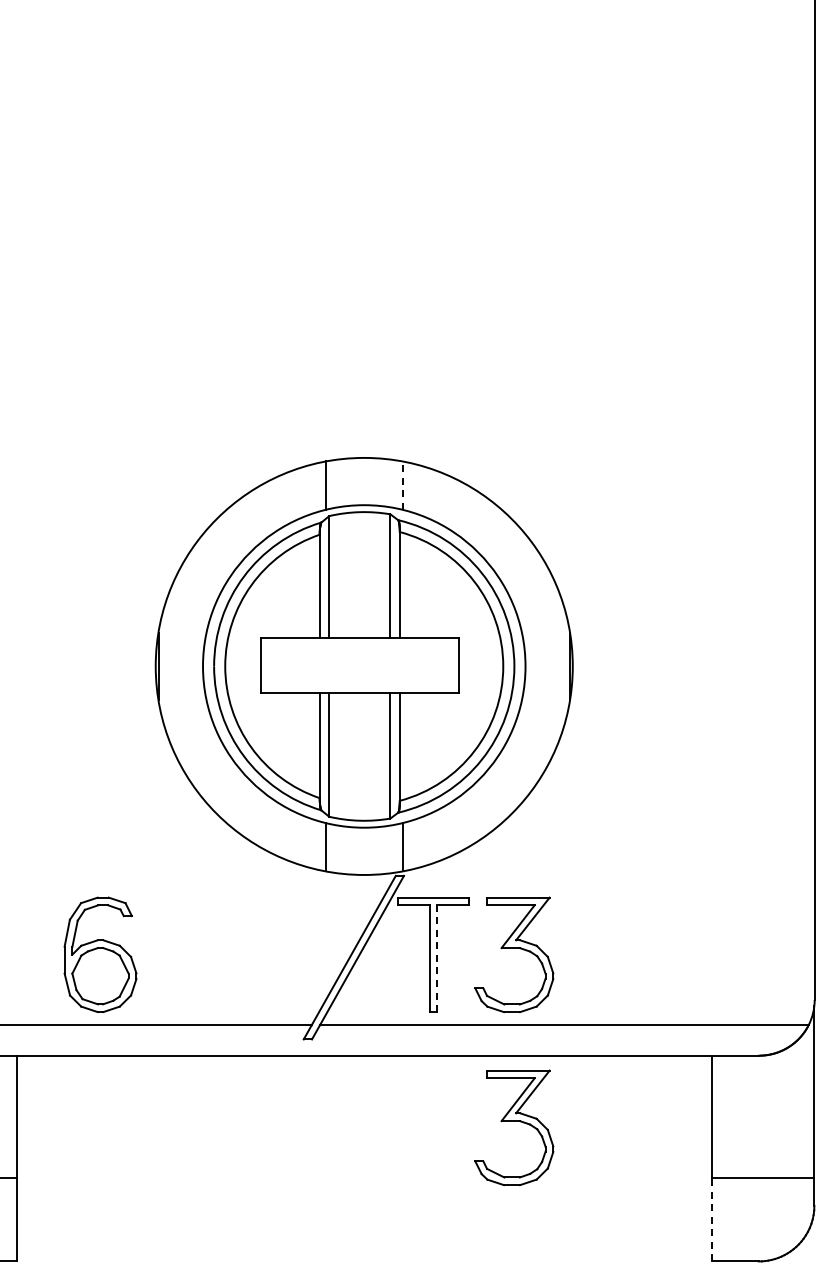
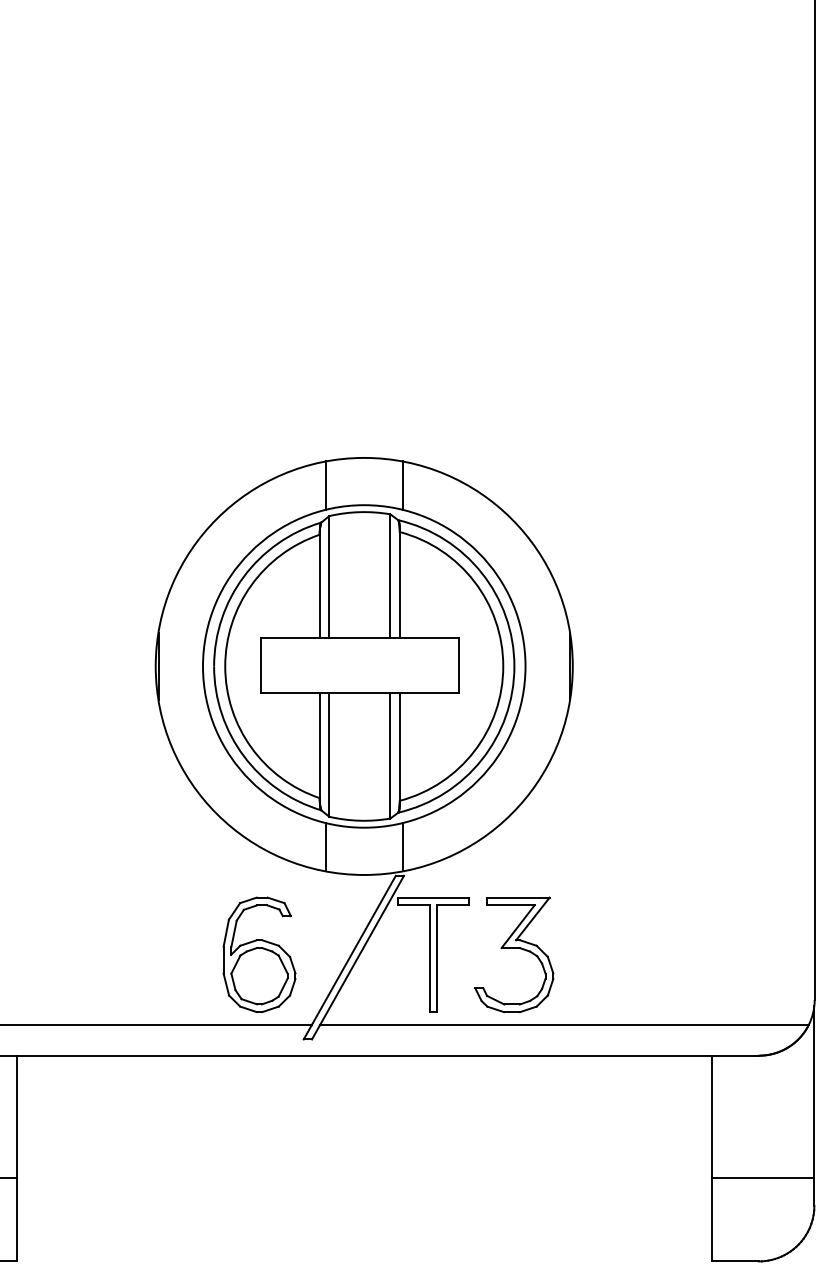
line at (402, 485): dashed -> solid
part at (100, 954) position: (100, 954) -> (259, 954)
line at (437, 958): dashed -> solid
part at (514, 1127): present -> none
line at (711, 1219): dashed -> solid
